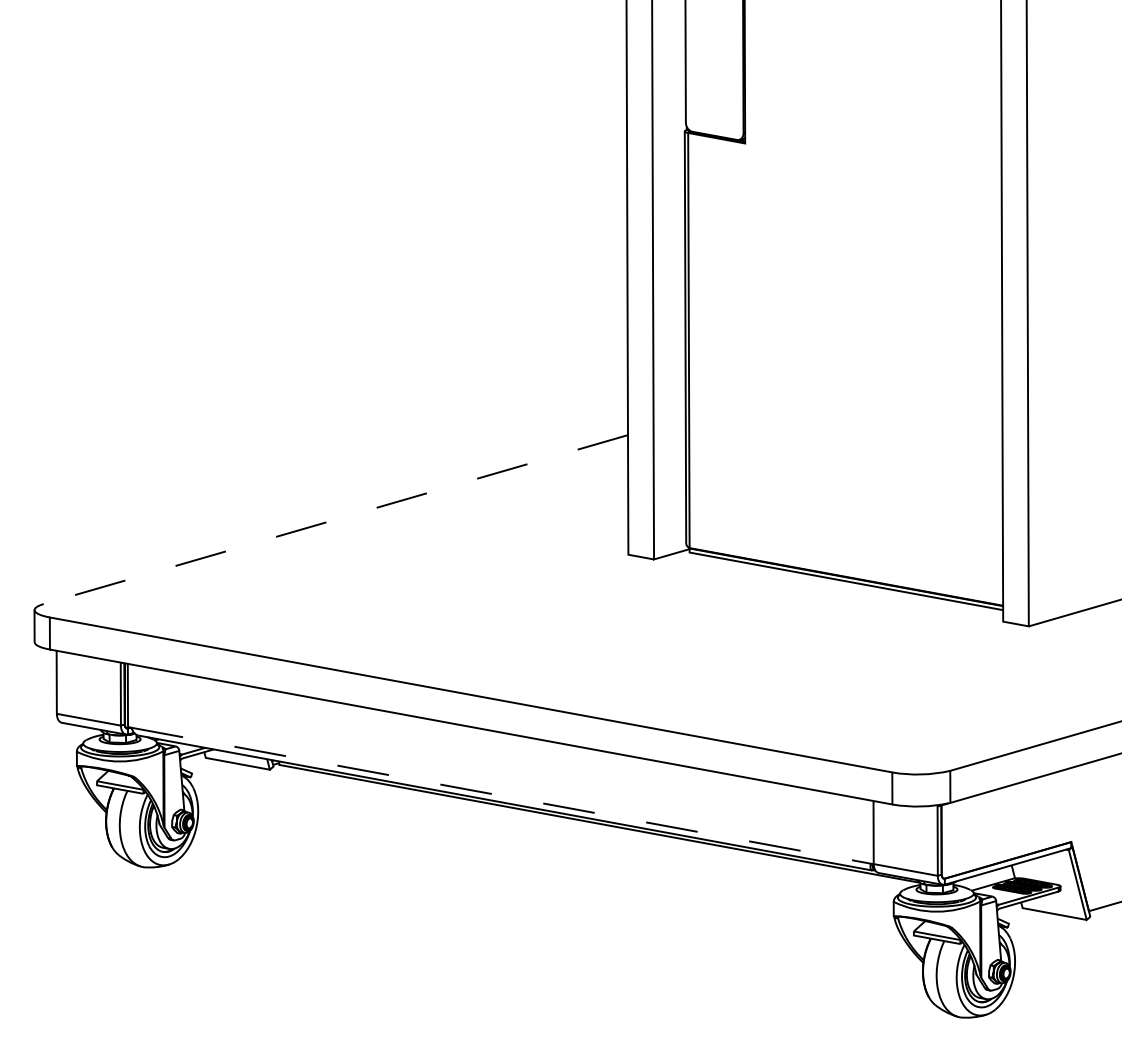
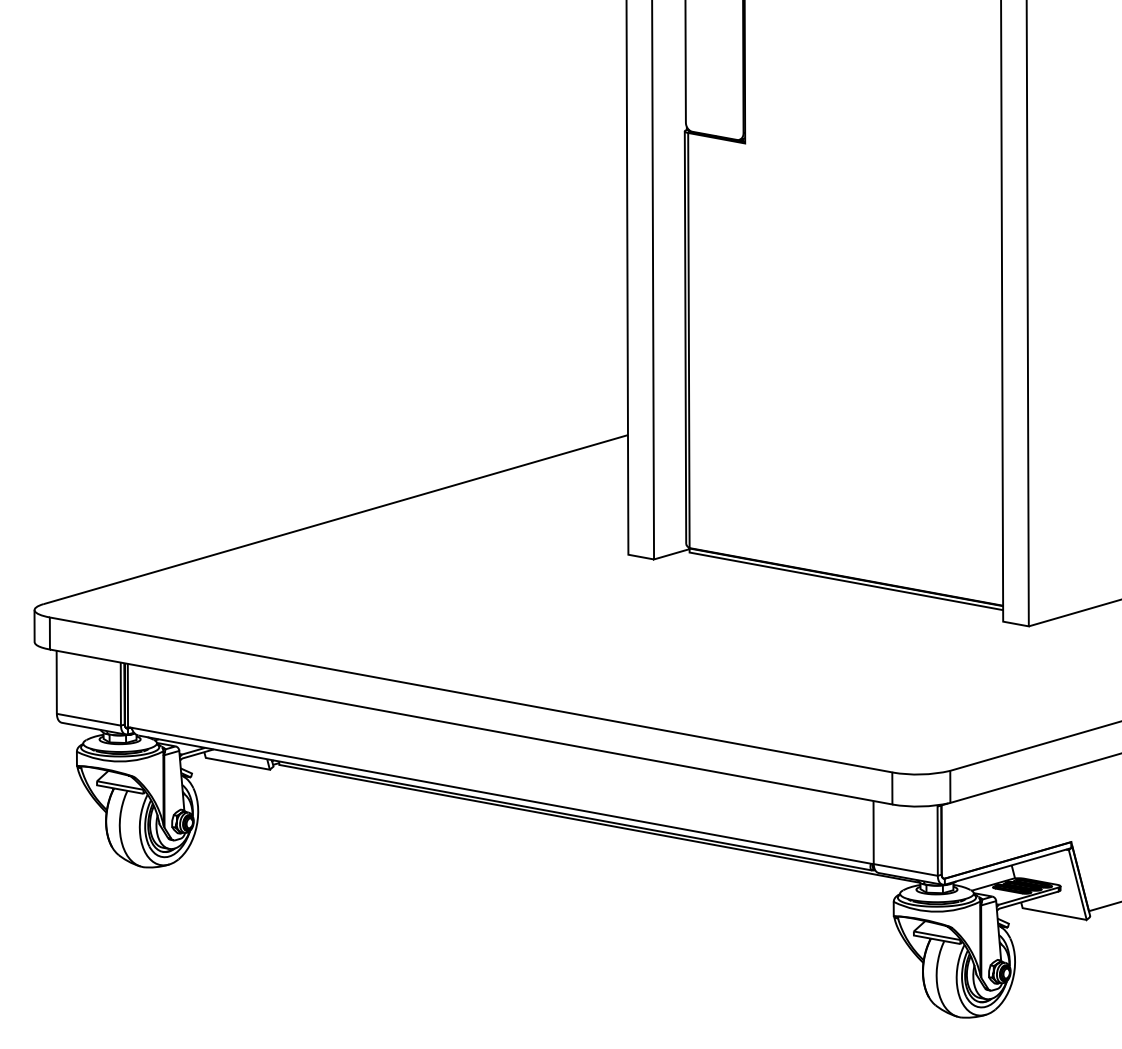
line at (335, 519): dashed -> solid
line at (503, 796): dashed -> solid
